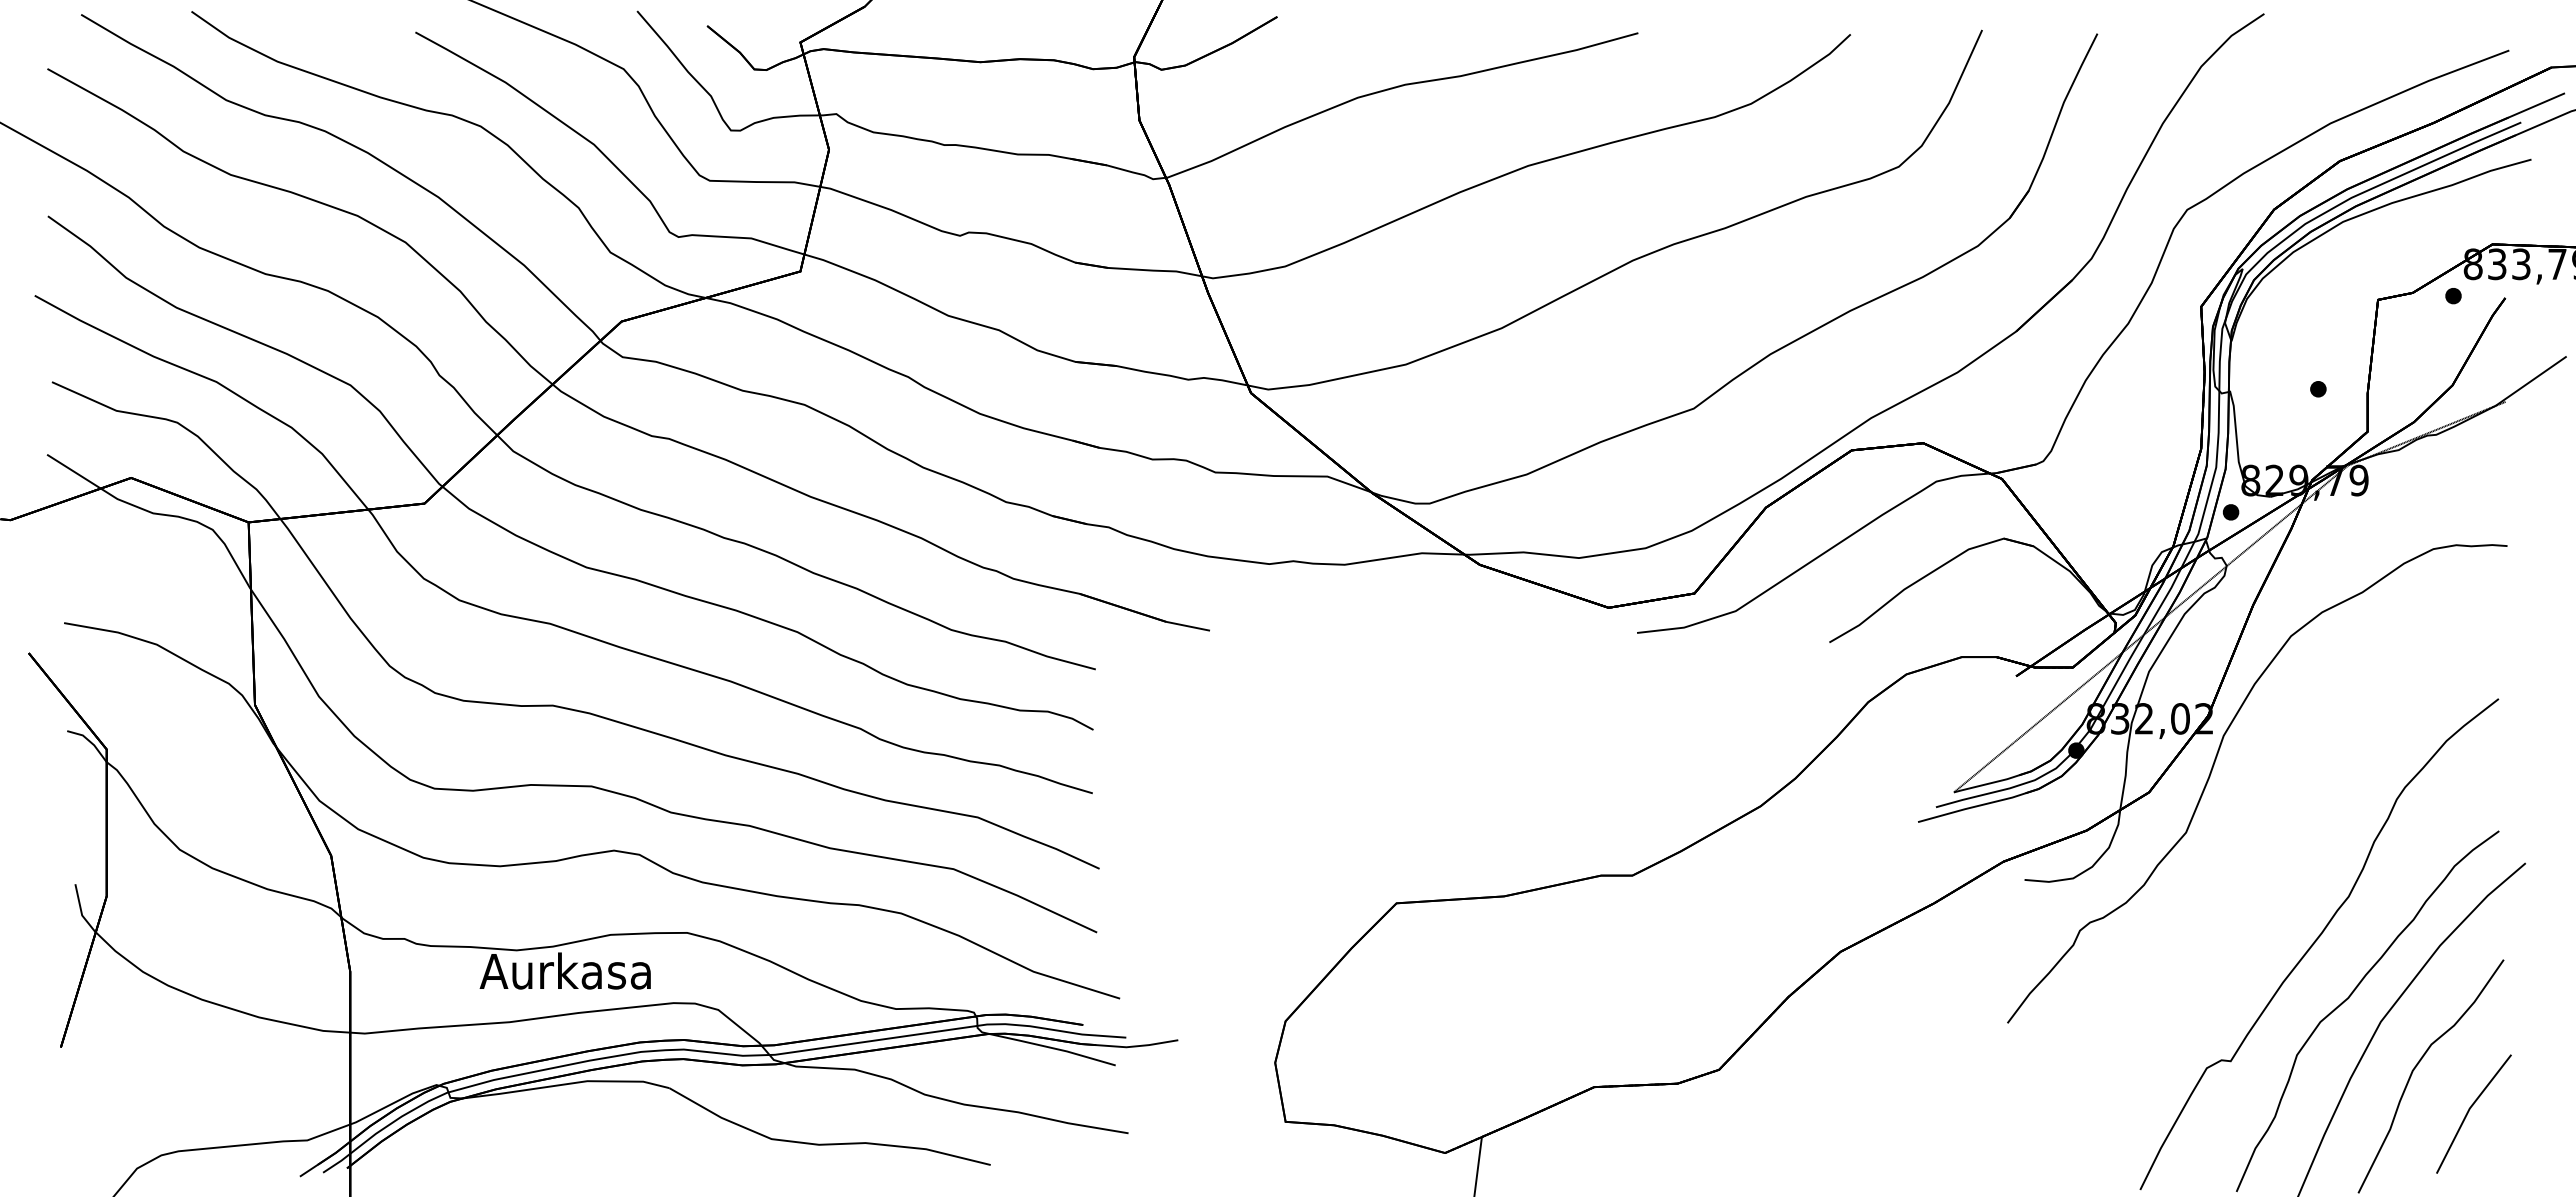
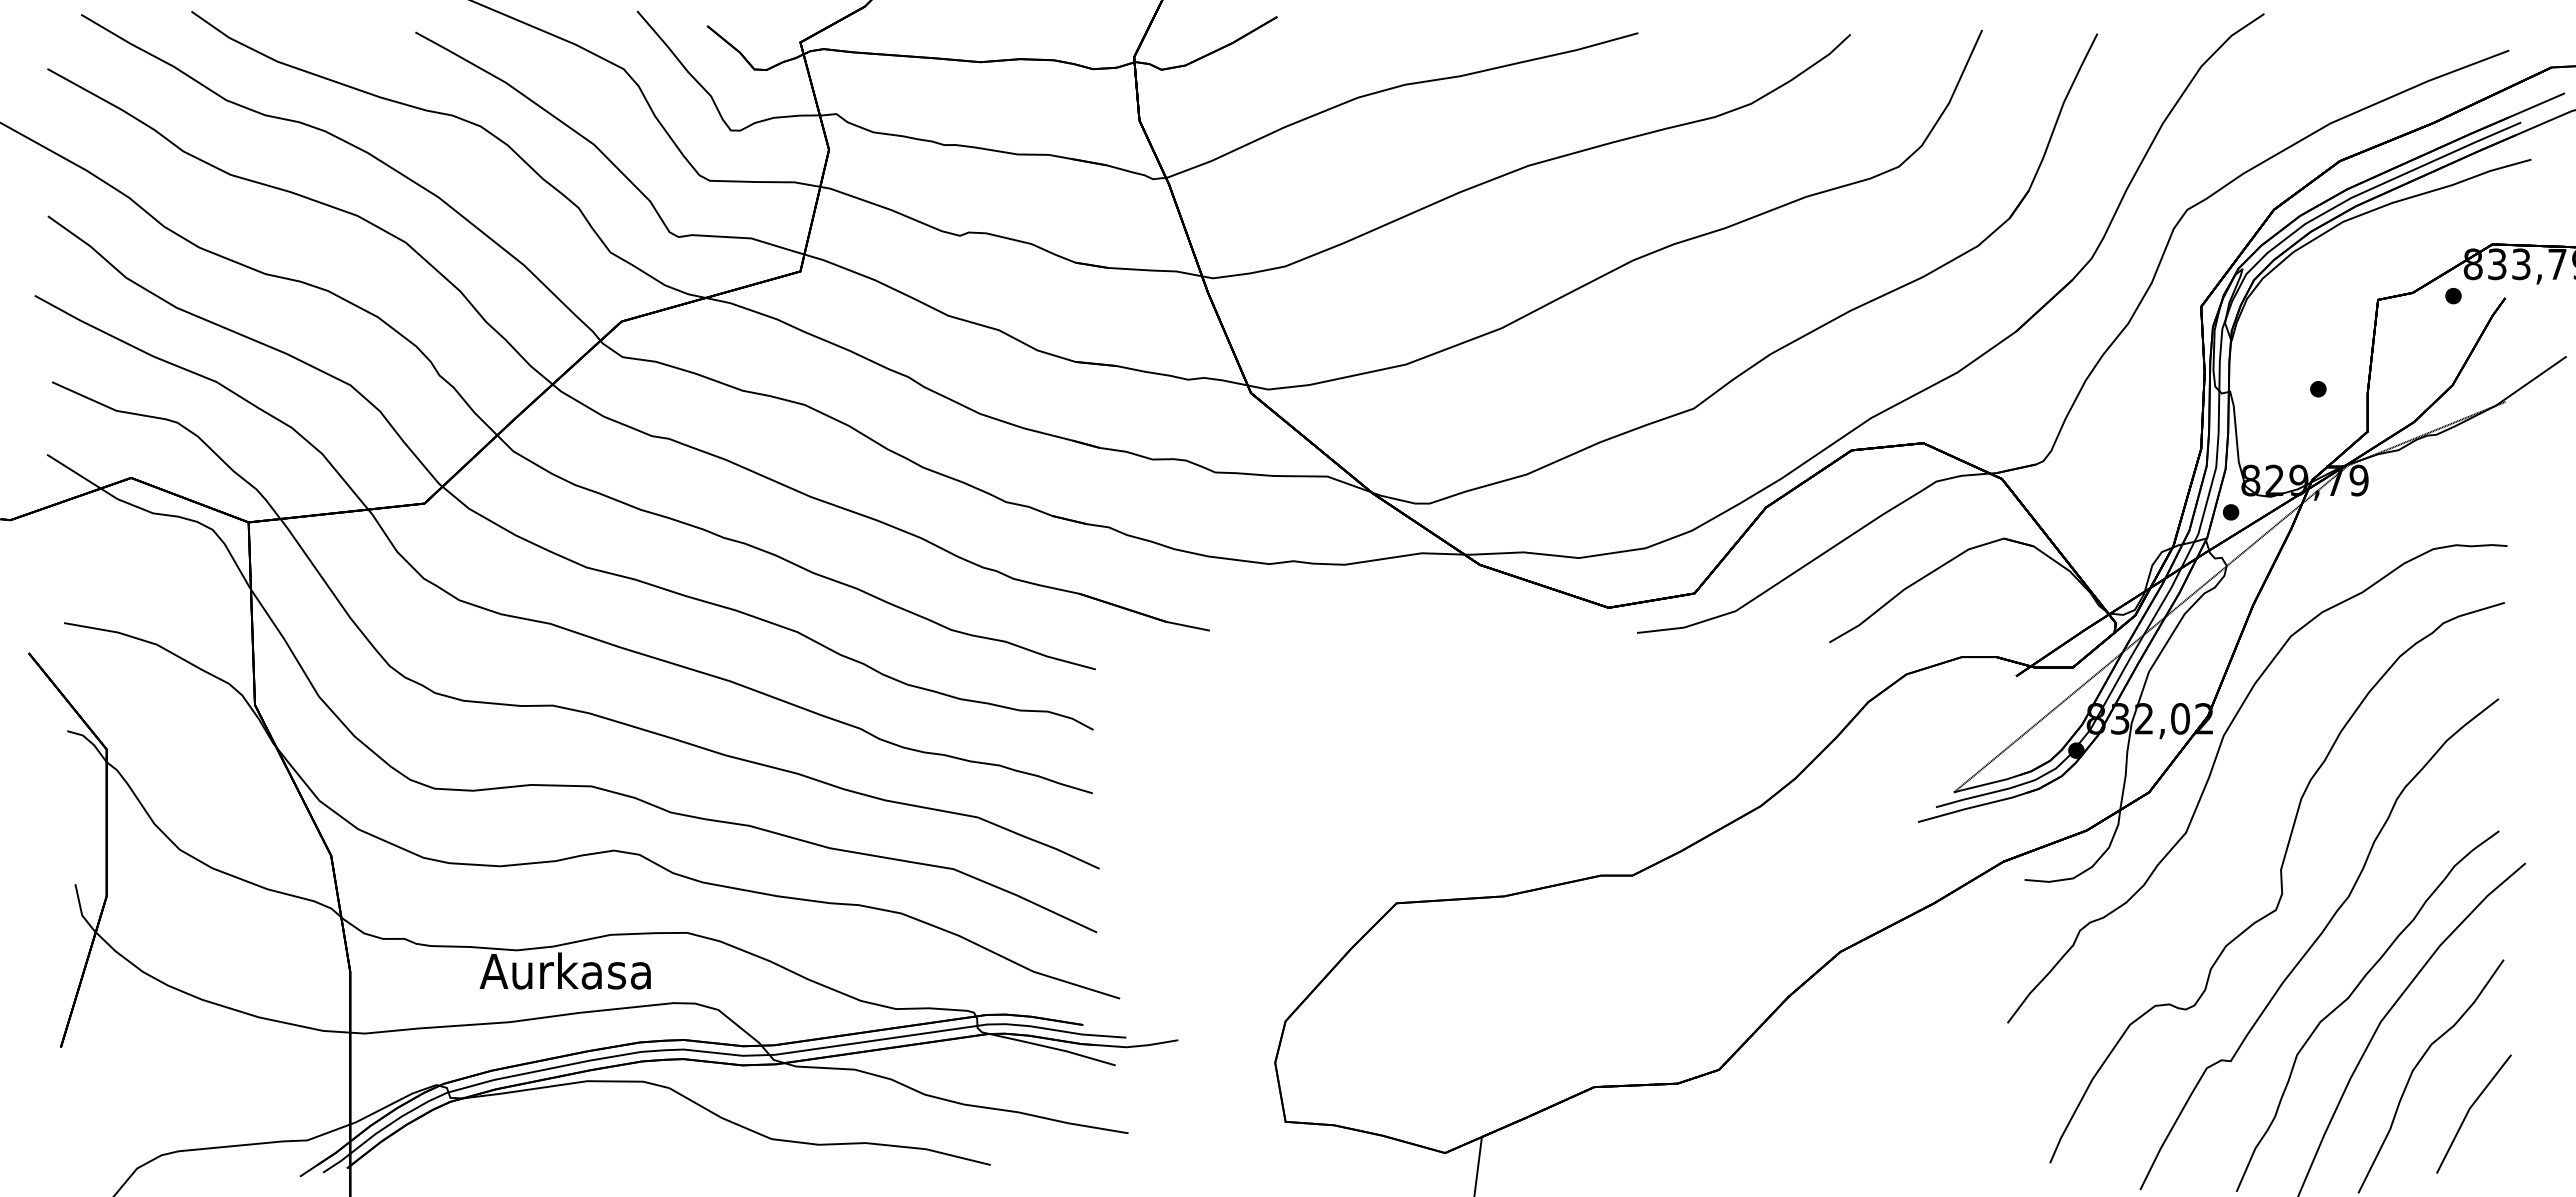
curve at (2280, 882): none -> present
